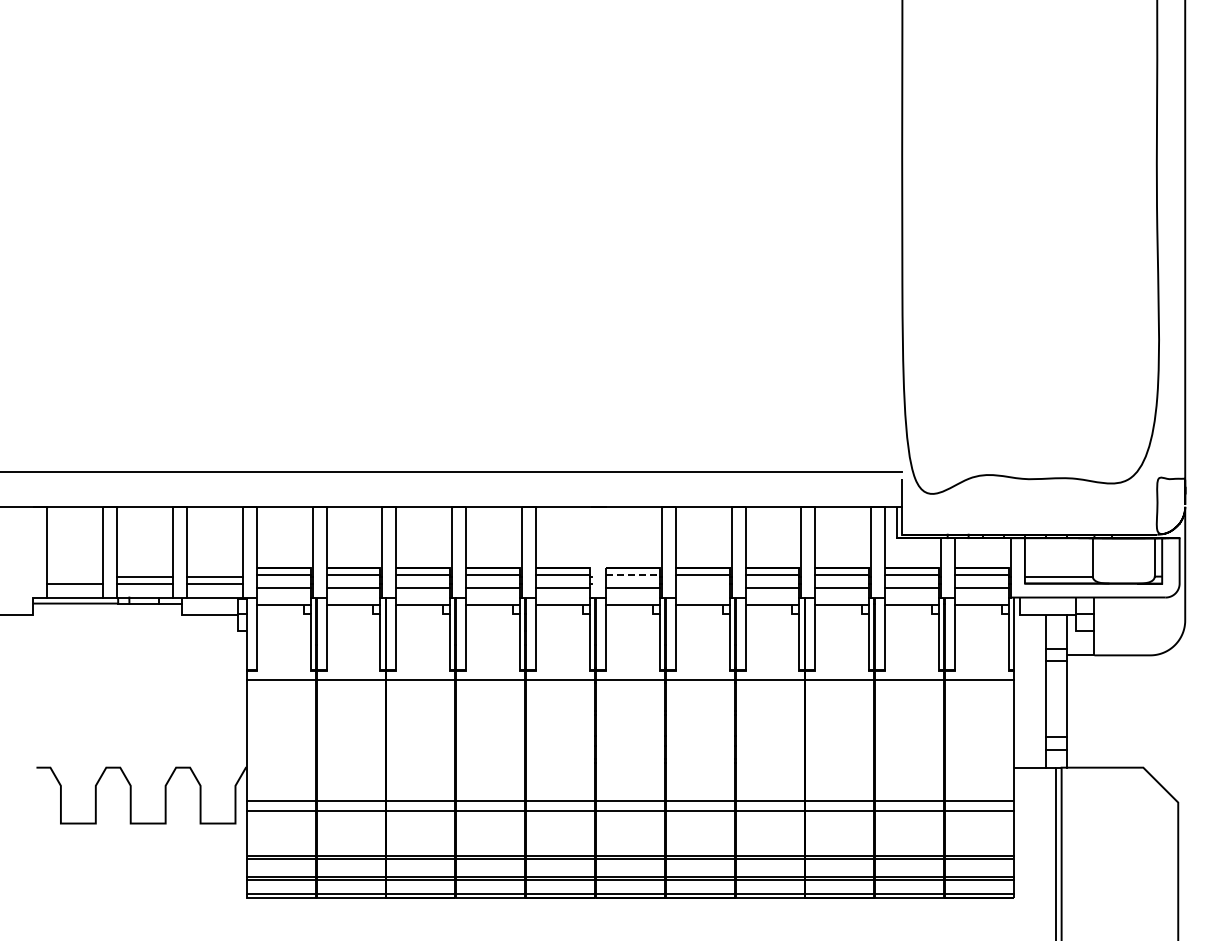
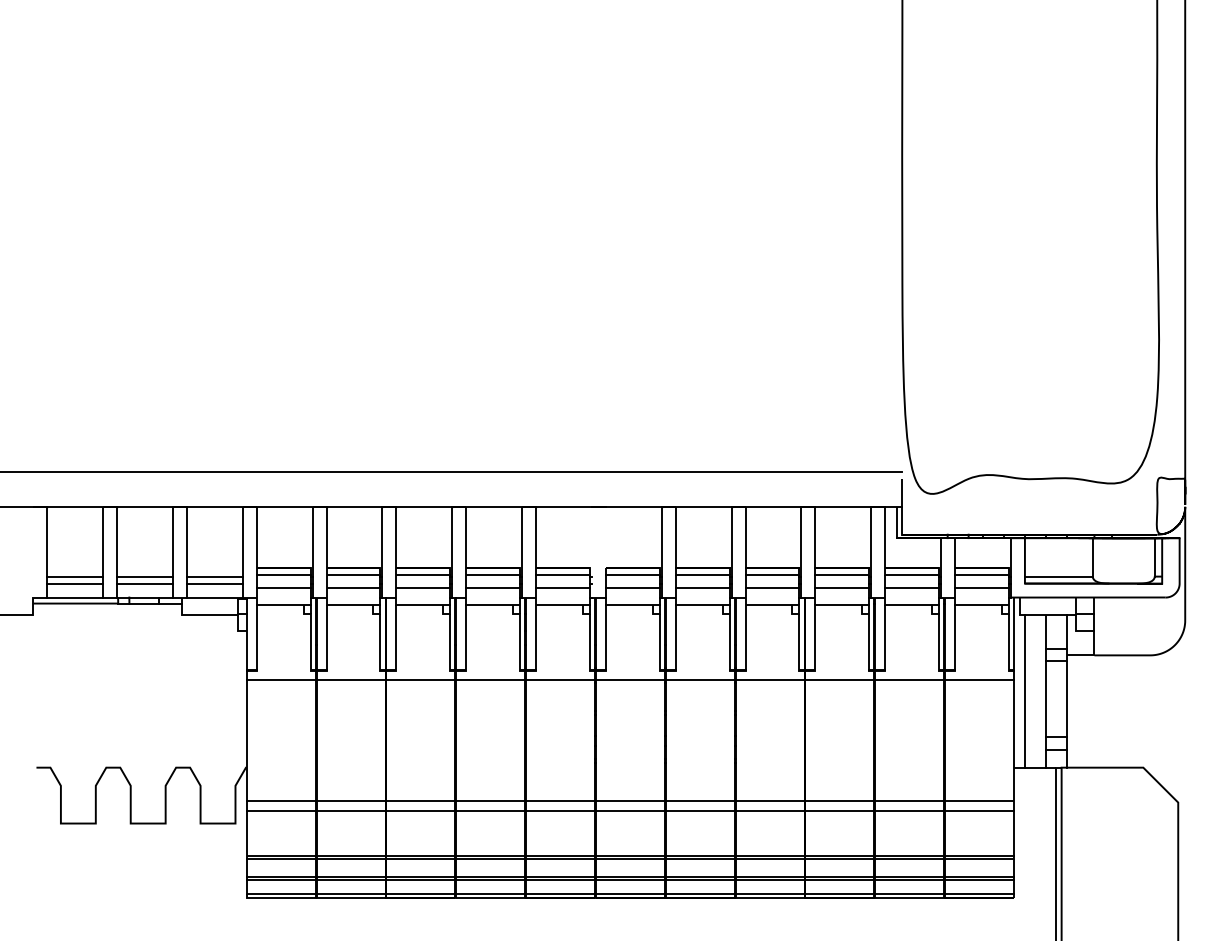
line at (632, 574): dashed -> solid
line at (75, 576): none -> present
line at (702, 588): none -> present
line at (1024, 690): none -> present
